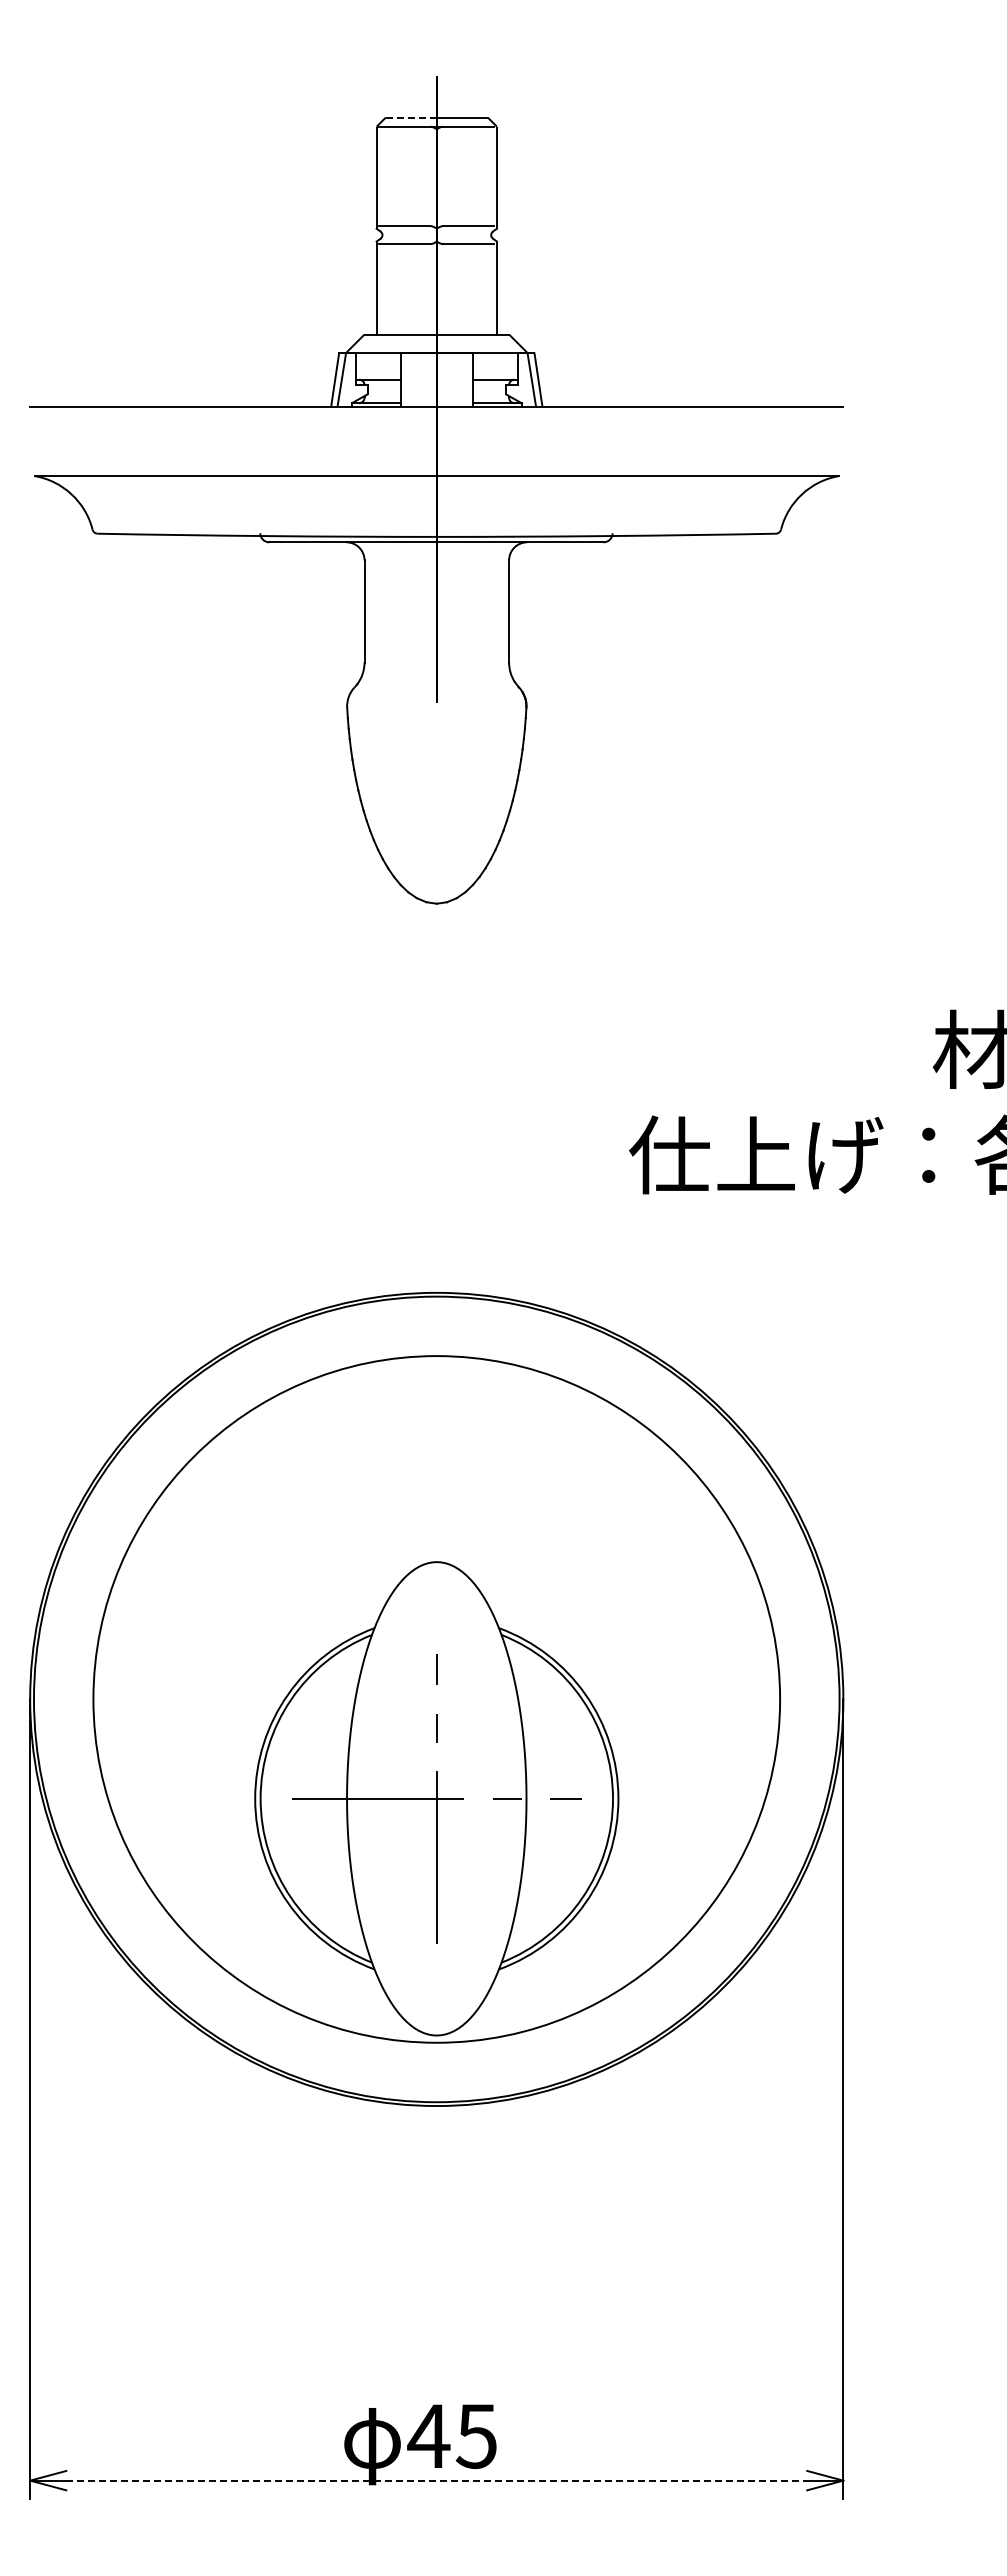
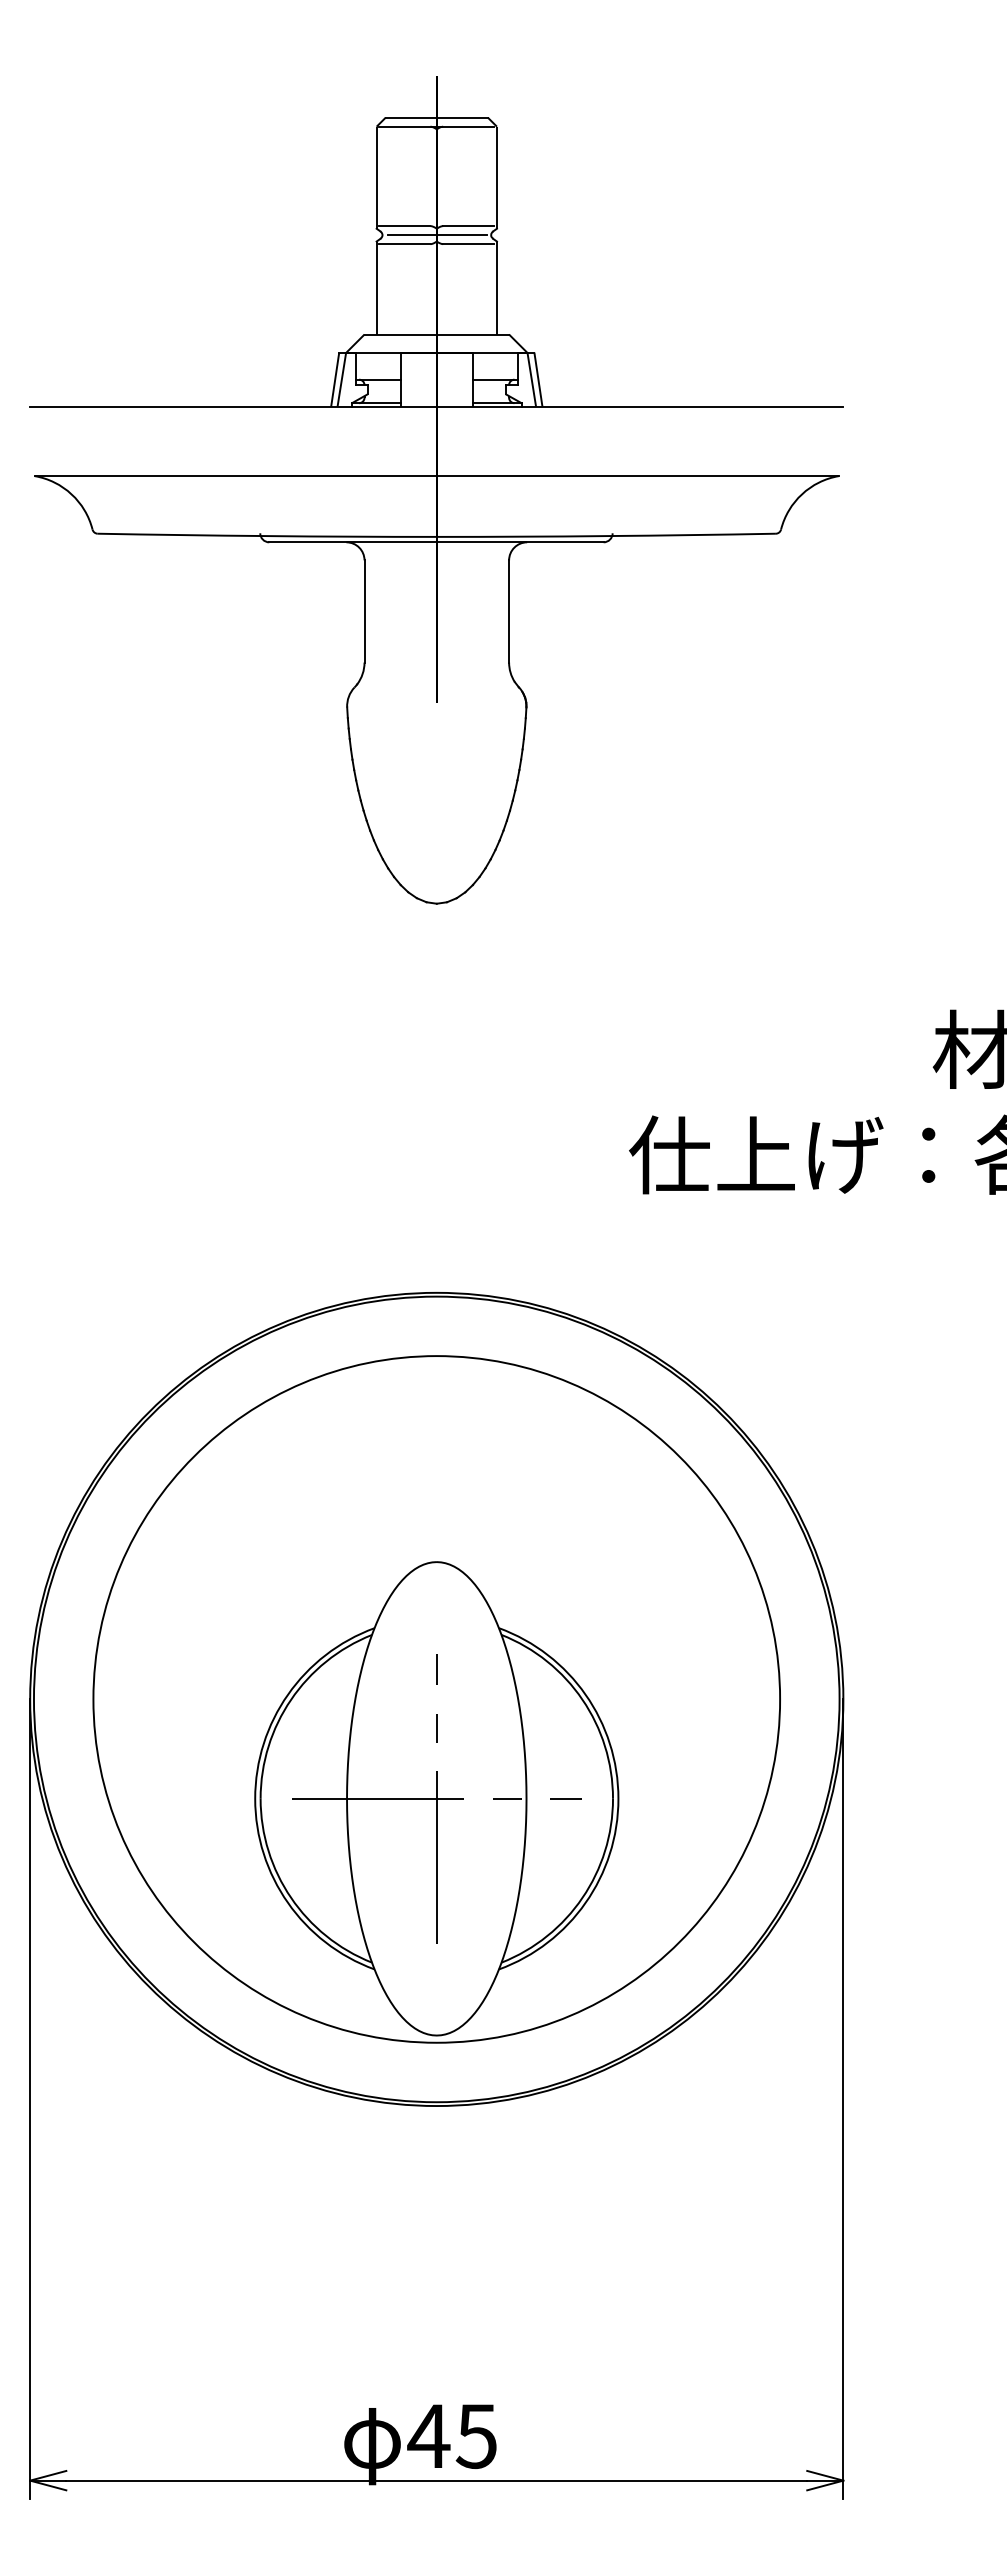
line at (411, 117): dashed -> solid
line at (437, 235): none -> present
line at (437, 2480): dashed -> solid
